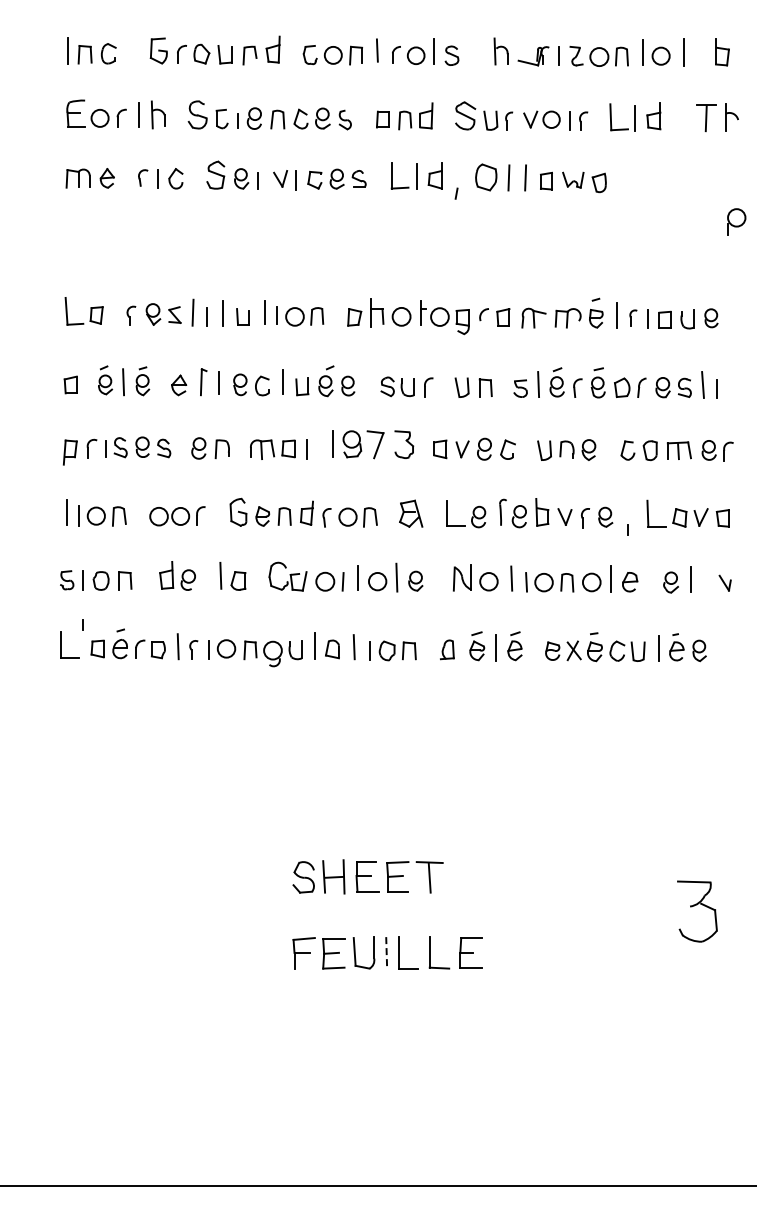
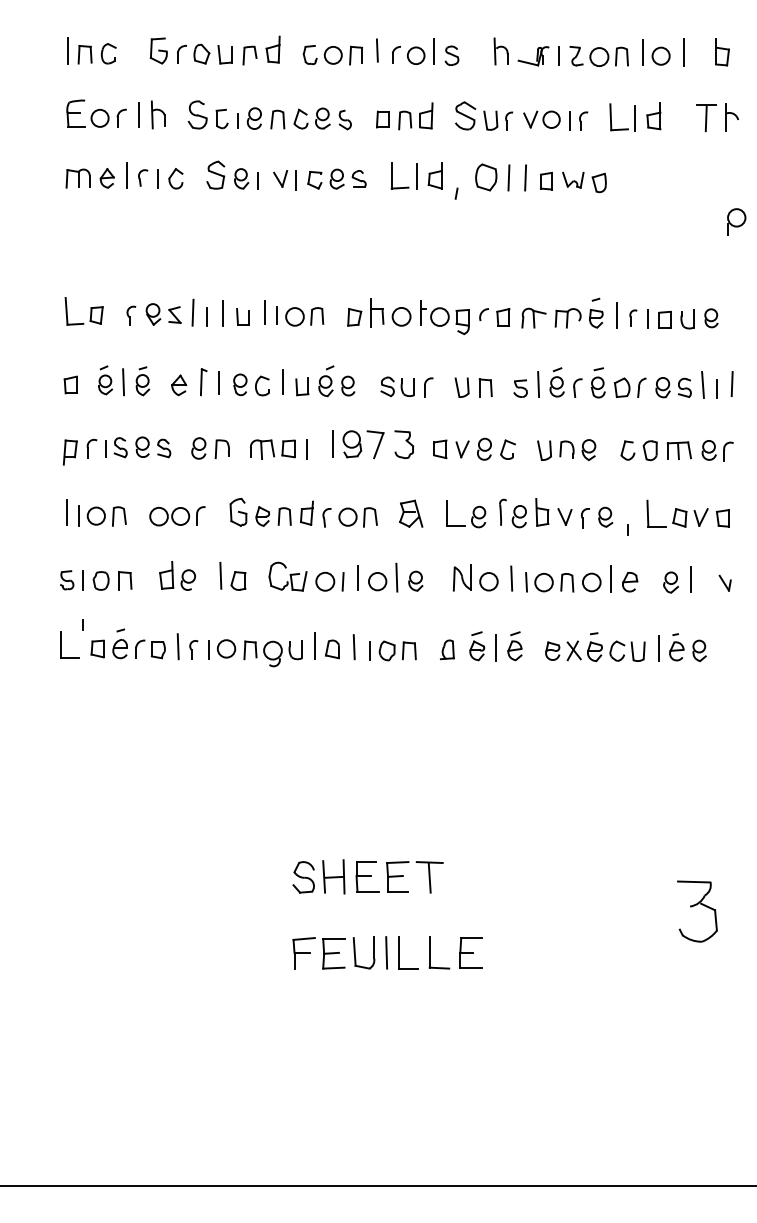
line at (126, 174): none -> present
line at (731, 384): none -> present
line at (386, 952): dashed -> solid
